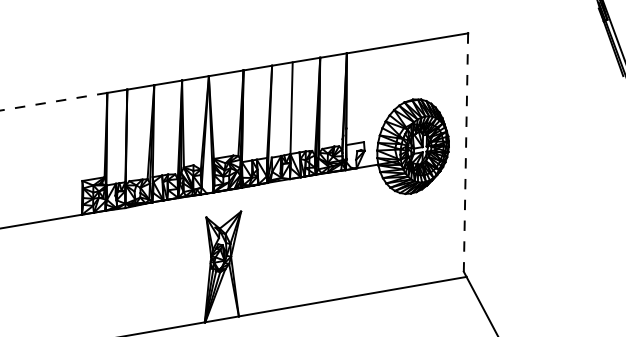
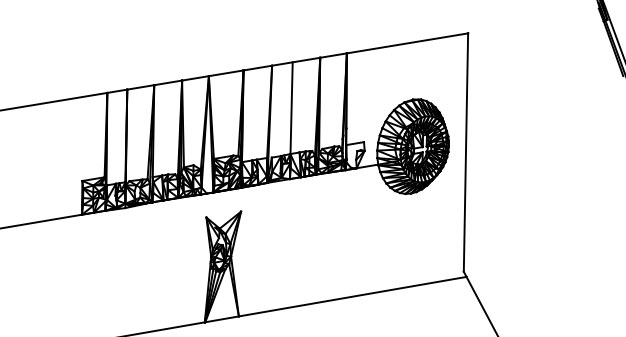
line at (54, 101): dashed -> solid
line at (465, 153): dashed -> solid
